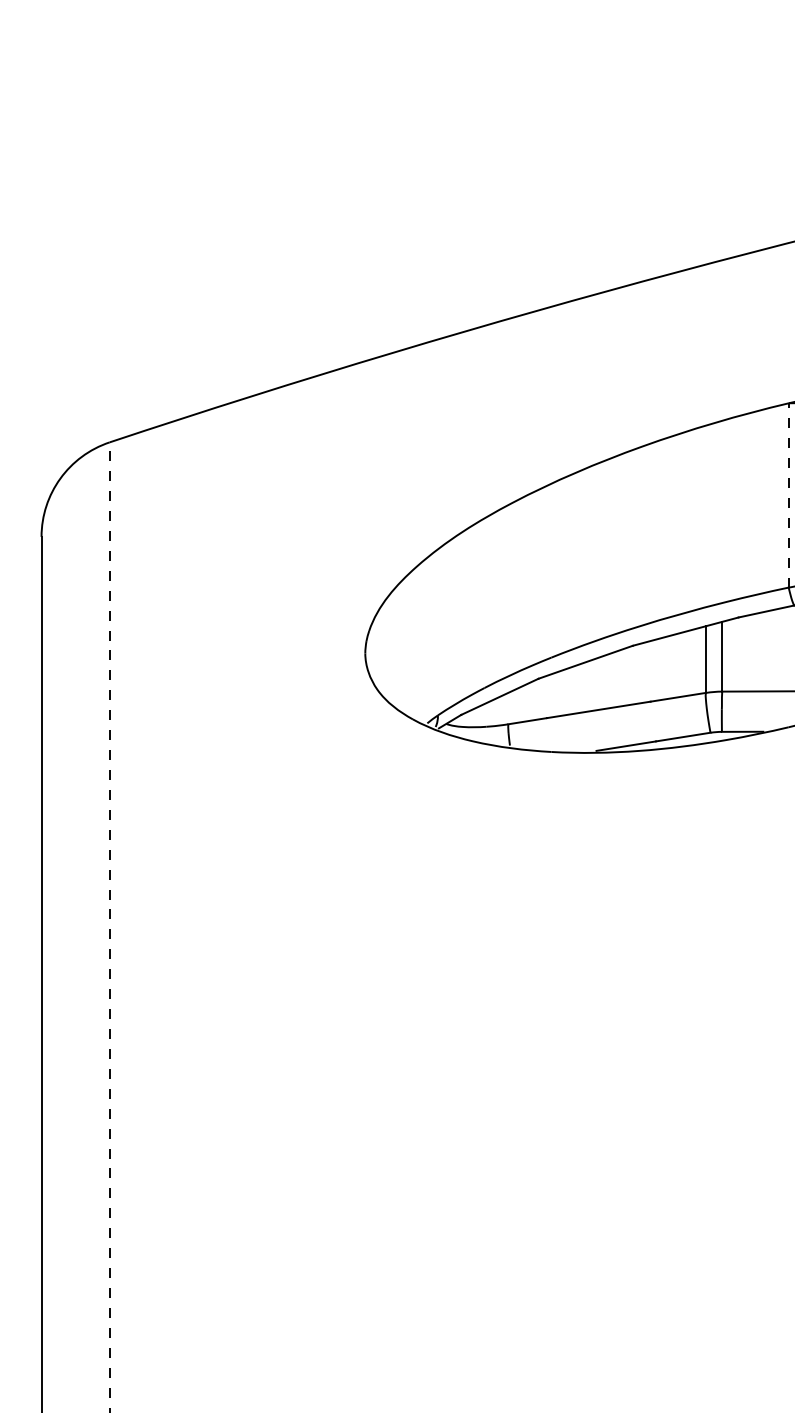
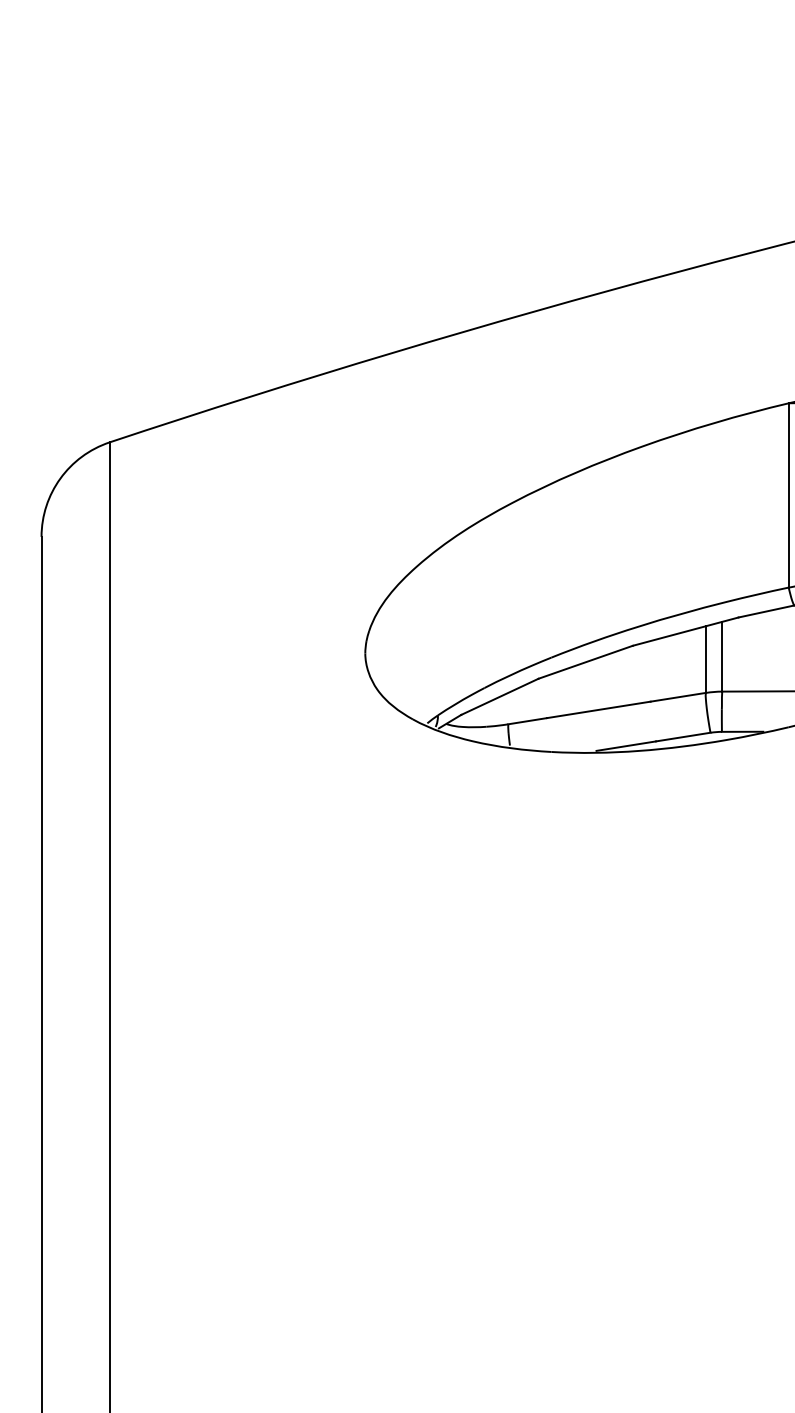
line at (788, 495): dashed -> solid
line at (109, 927): dashed -> solid
